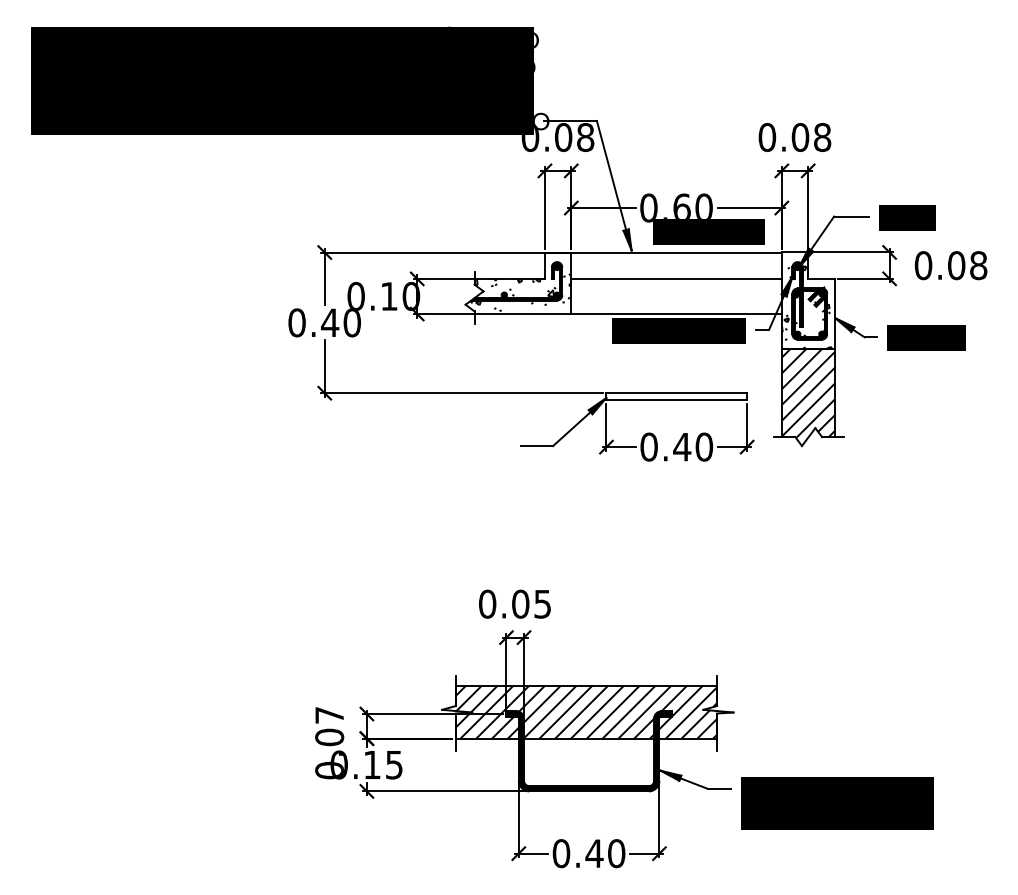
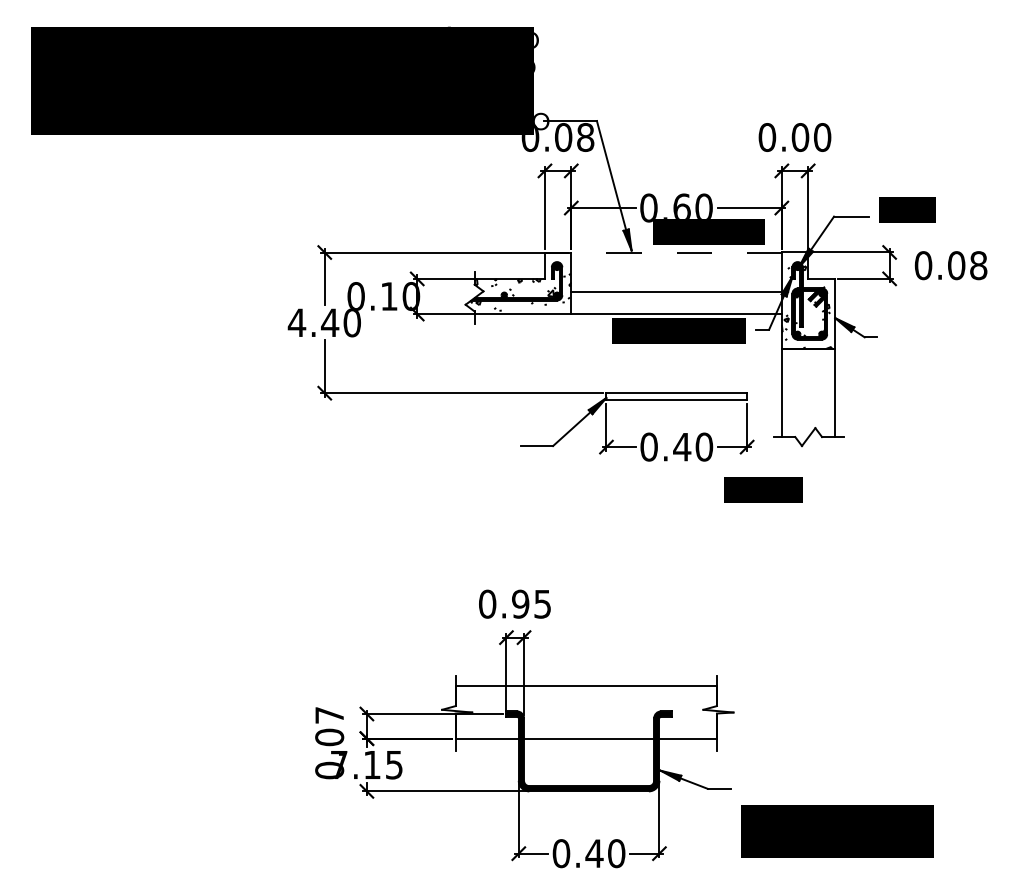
text at (822, 137): 0.08 -> 0.00
text at (907, 217) position: (907, 217) -> (907, 209)
line at (676, 252): solid -> dashed
line at (676, 278) position: (676, 278) -> (676, 291)
text at (296, 322): 0.40 -> 4.40
text at (926, 337) position: (926, 337) -> (763, 489)
hatch at (808, 393): present -> none
text at (520, 603): 0.05 -> 0.95
hatch at (589, 711): present -> none
text at (338, 764): 0.15 -> 7.15
text at (837, 803) position: (837, 803) -> (837, 831)
